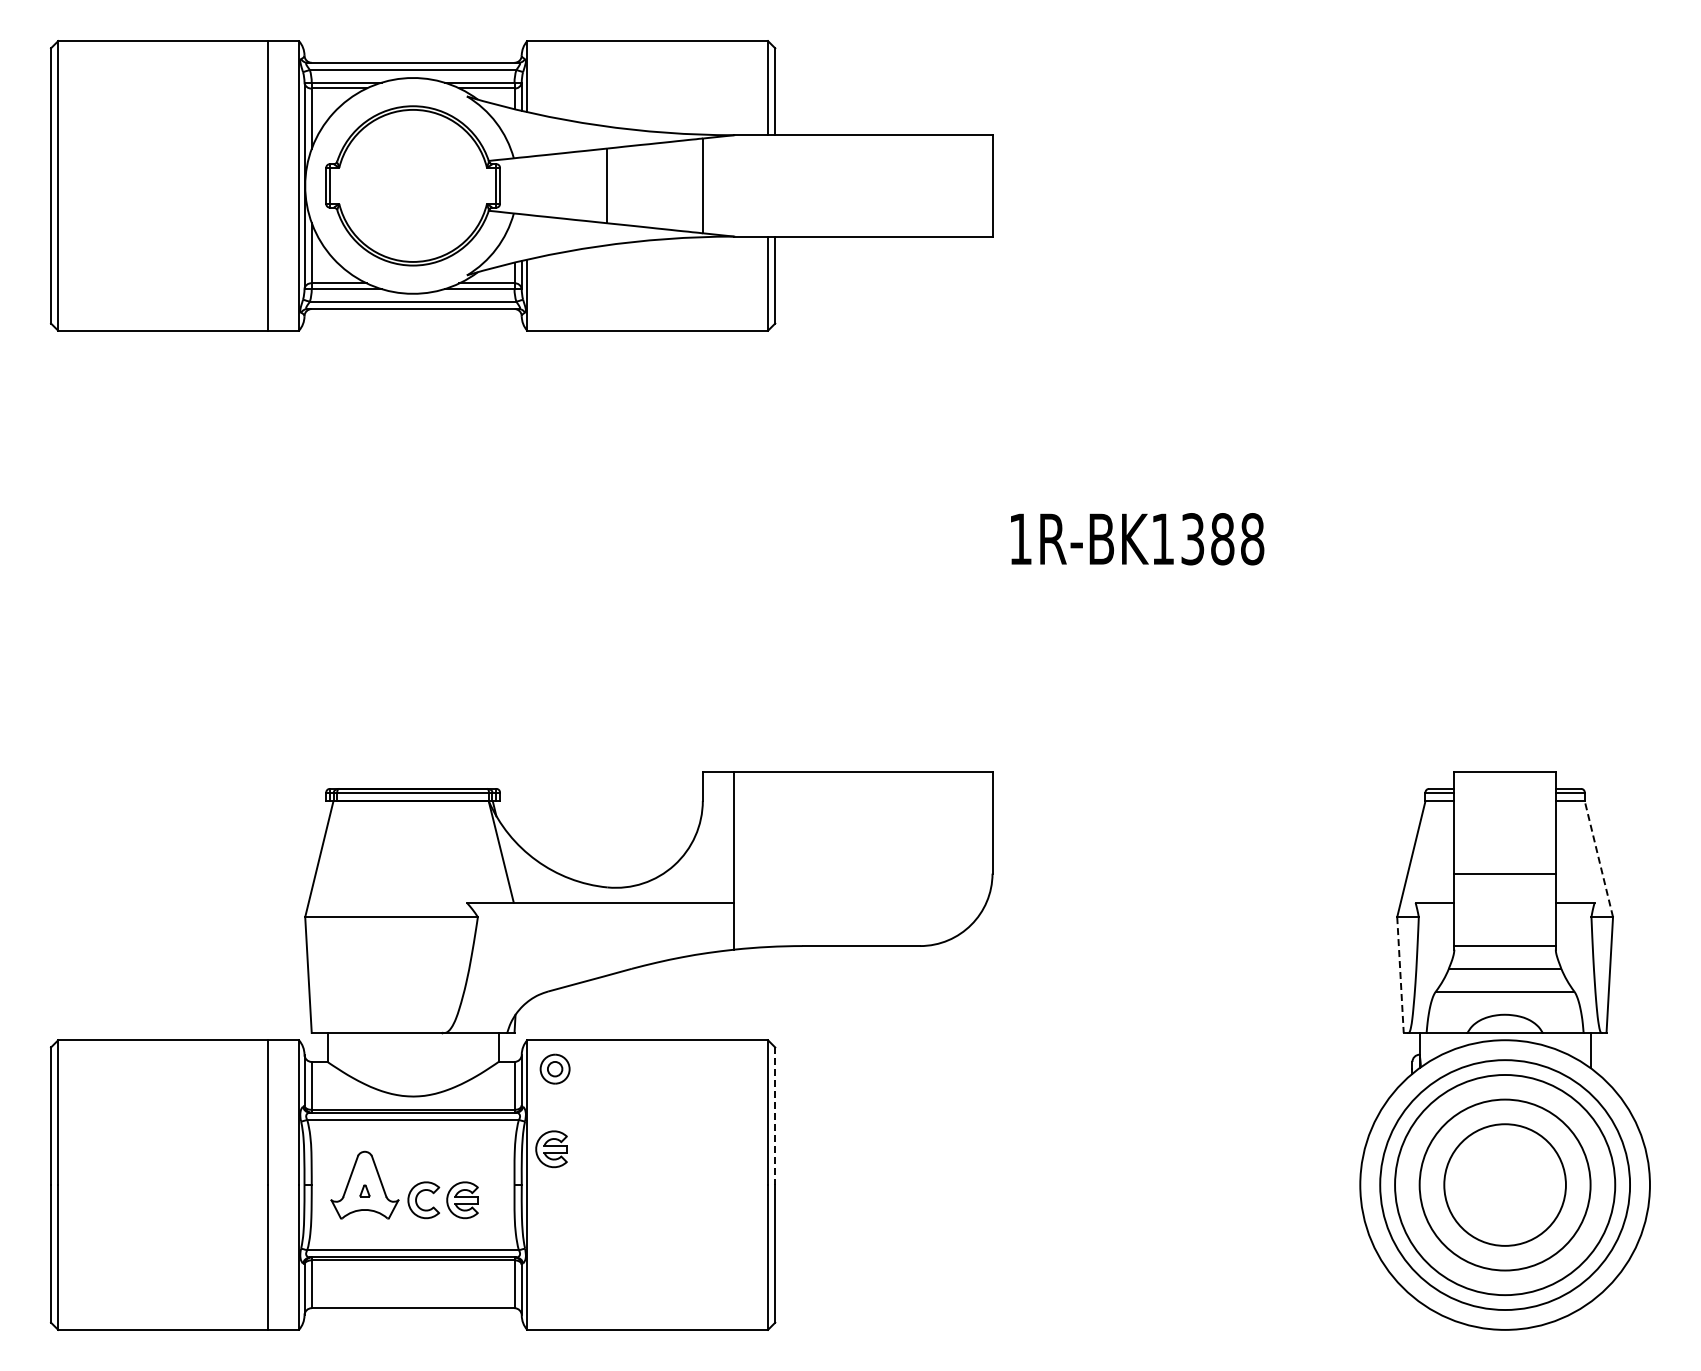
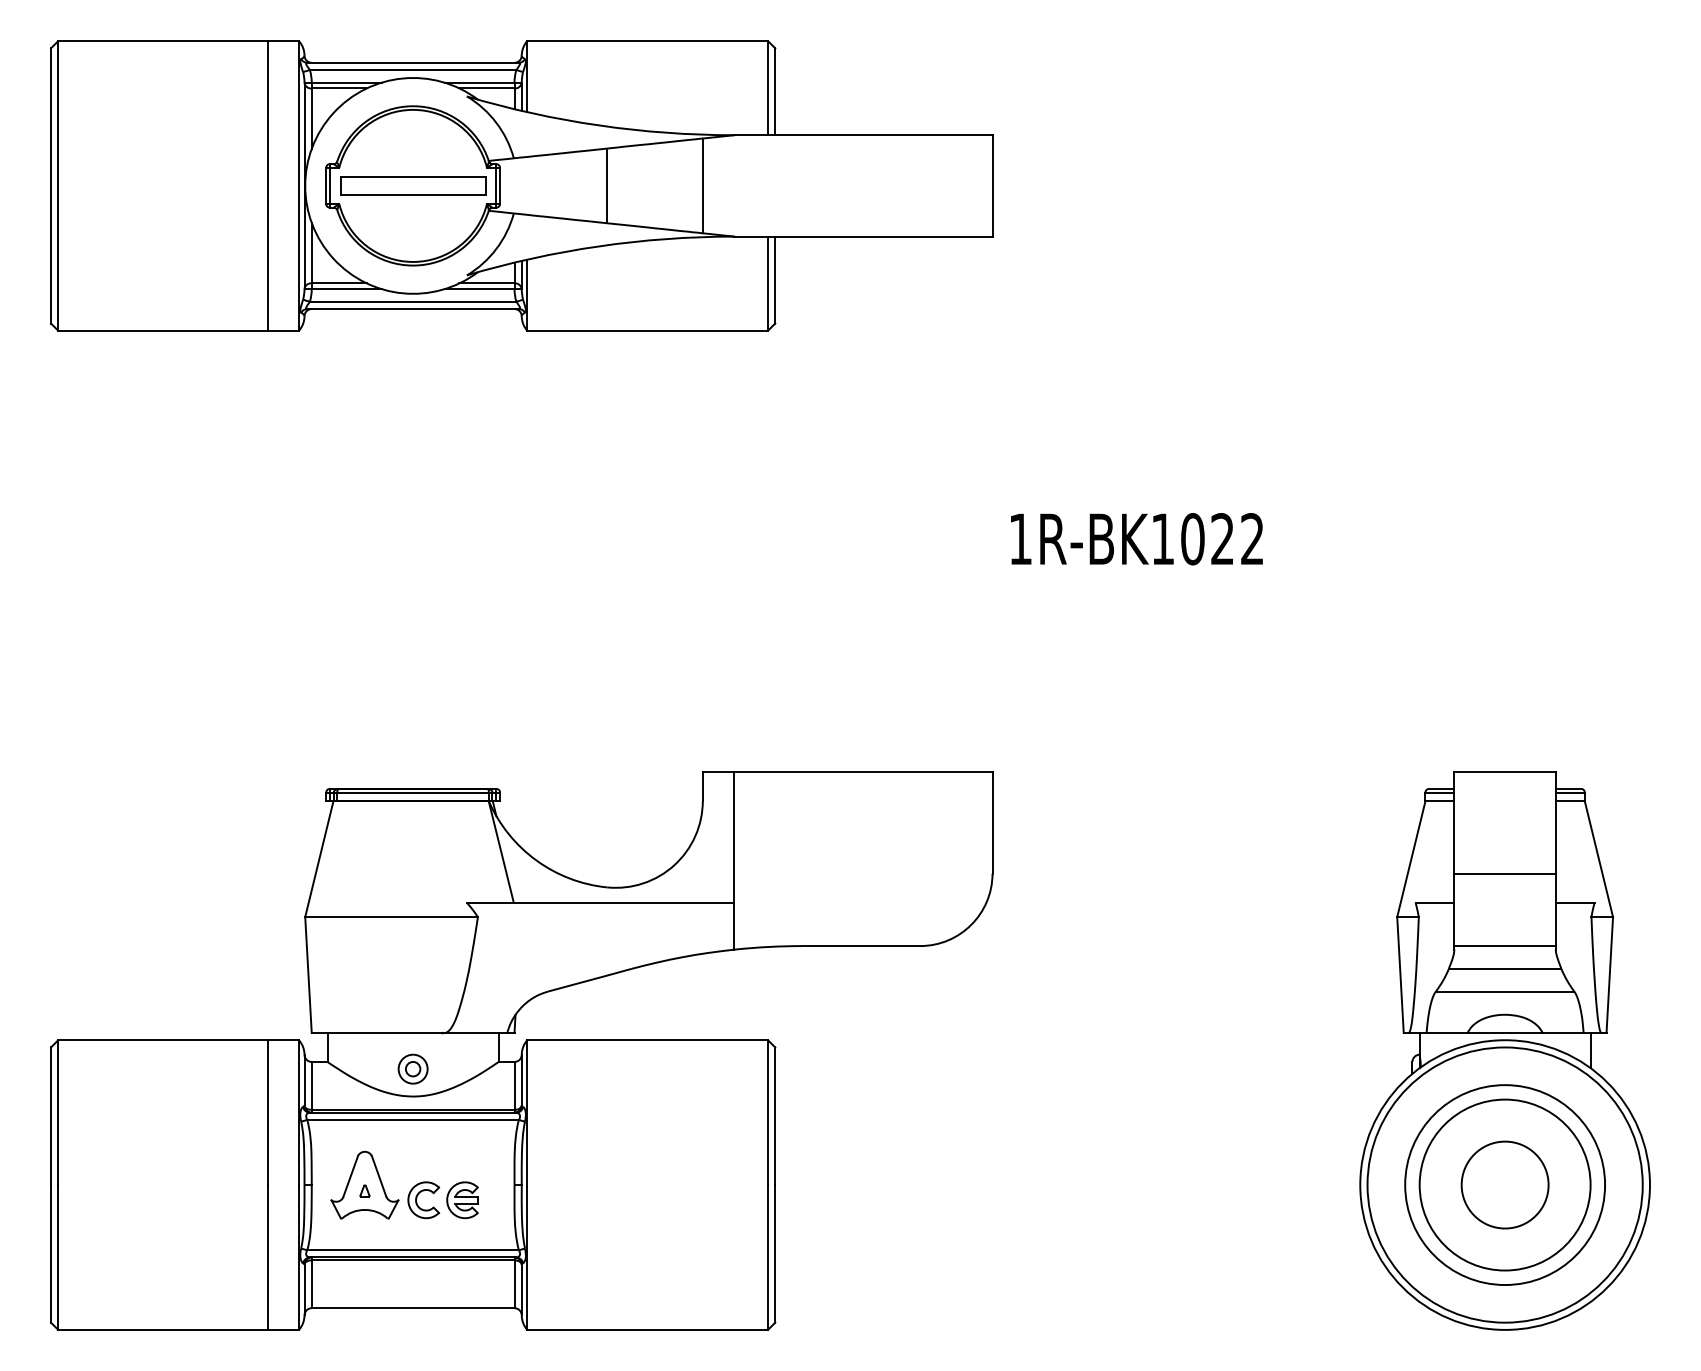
part at (413, 185): none -> present
text at (1222, 539): 1R-BK1388 -> 1R-BK1022
line at (1598, 859): dashed -> solid
line at (1400, 975): dashed -> solid
part at (554, 1068) position: (554, 1068) -> (412, 1068)
line at (775, 1116): dashed -> solid
part at (551, 1149): present -> none
circle at (1504, 1184) diameter: 122 px -> 87 px
circle at (1505, 1184) diameter: 220 px -> 275 px
circle at (1505, 1185) diameter: 250 px -> 200 px
